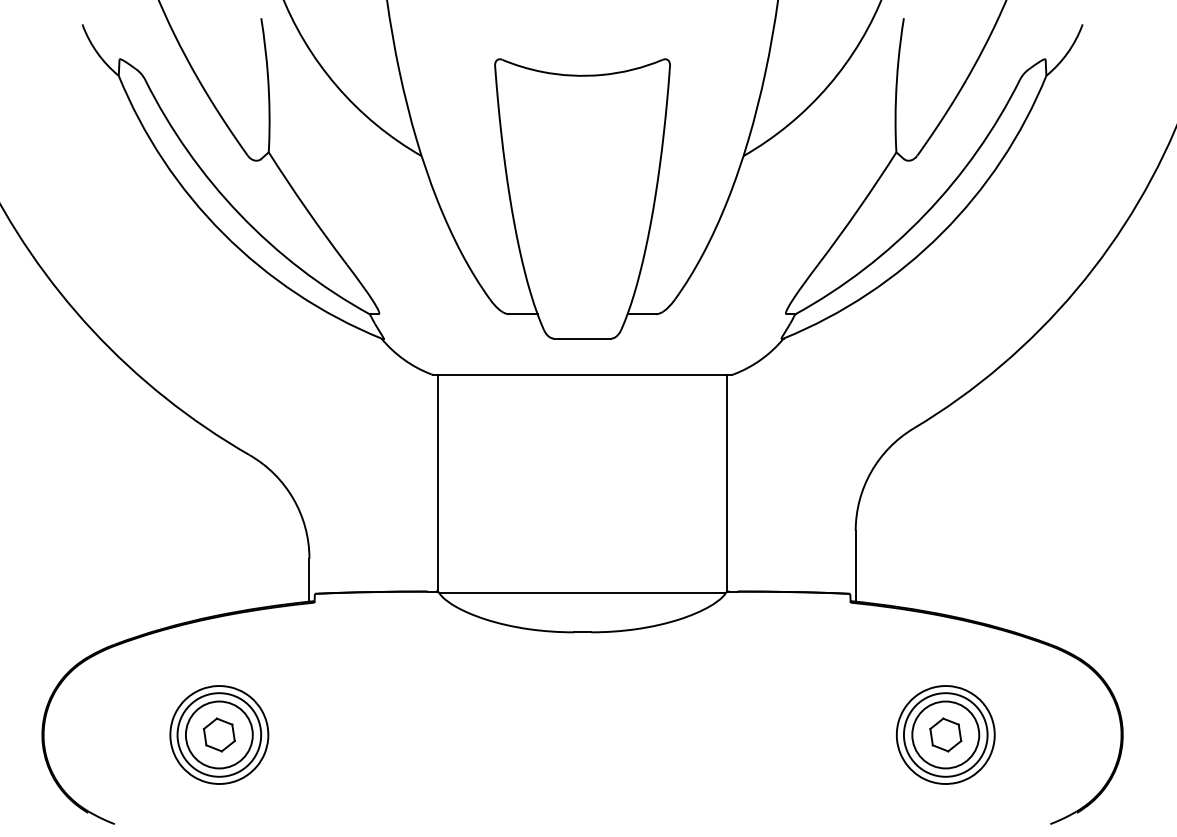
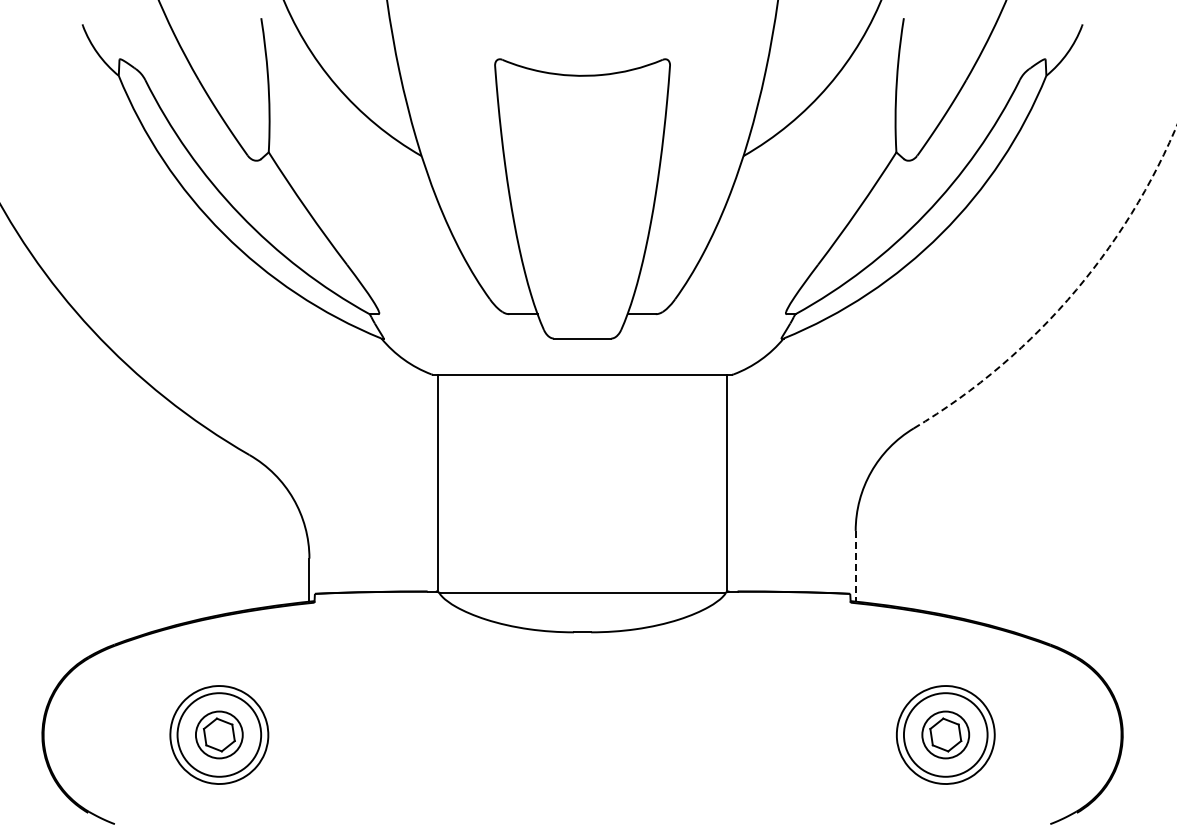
arc at (1069, 297): solid -> dashed
line at (855, 566): solid -> dashed
circle at (218, 734) diameter: 67 px -> 47 px
circle at (945, 734) diameter: 67 px -> 47 px
